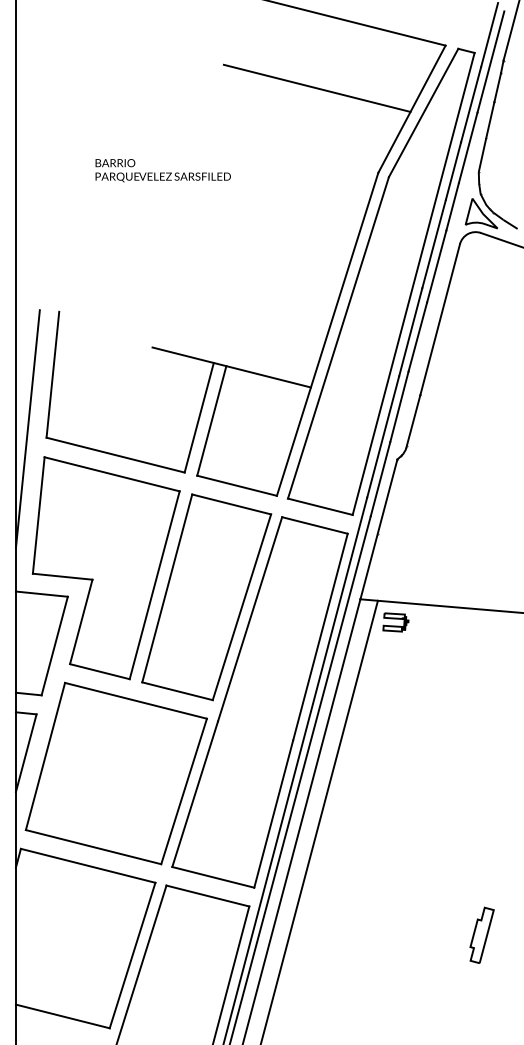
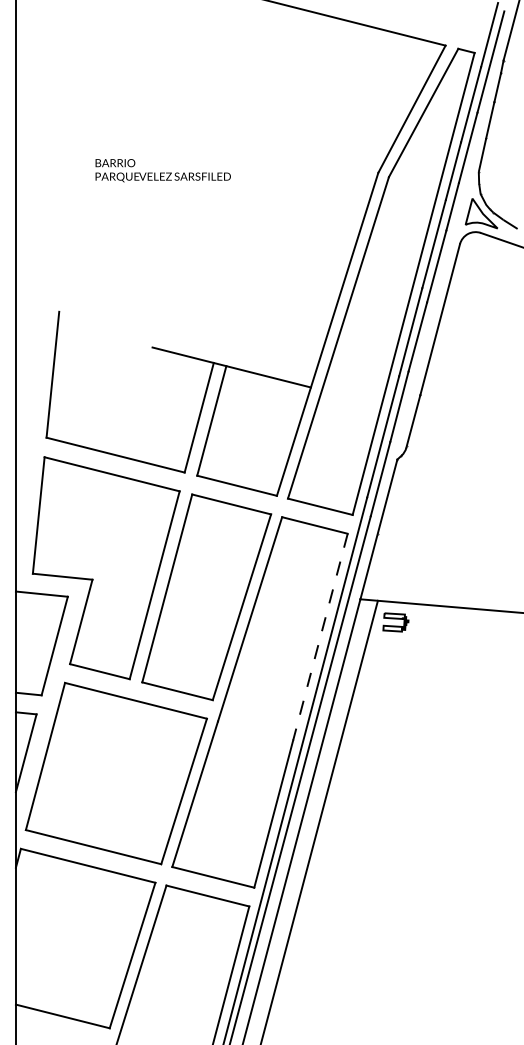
line at (316, 87): present -> none
line at (27, 429): present -> none
line at (320, 637): solid -> dashed
part at (481, 934): present -> none
